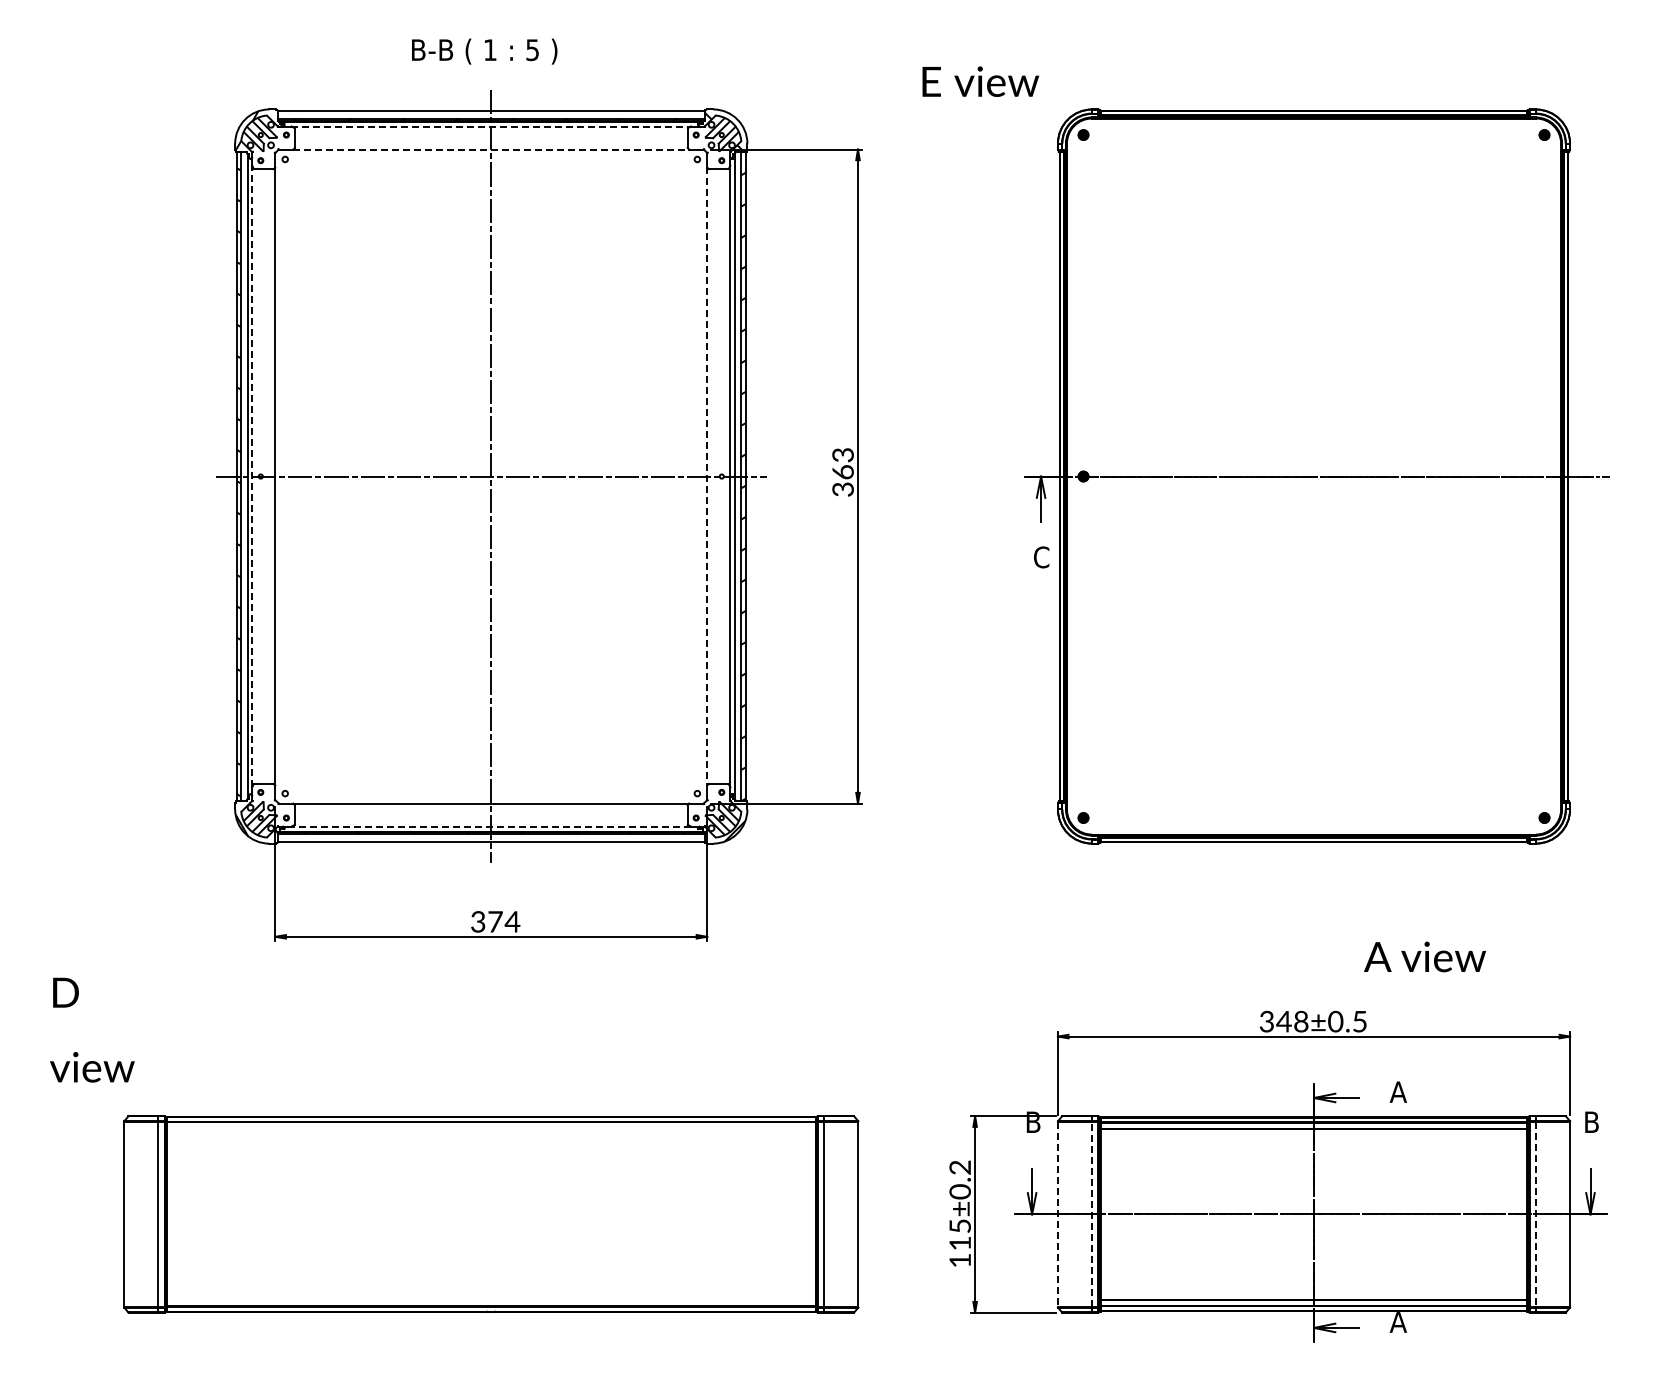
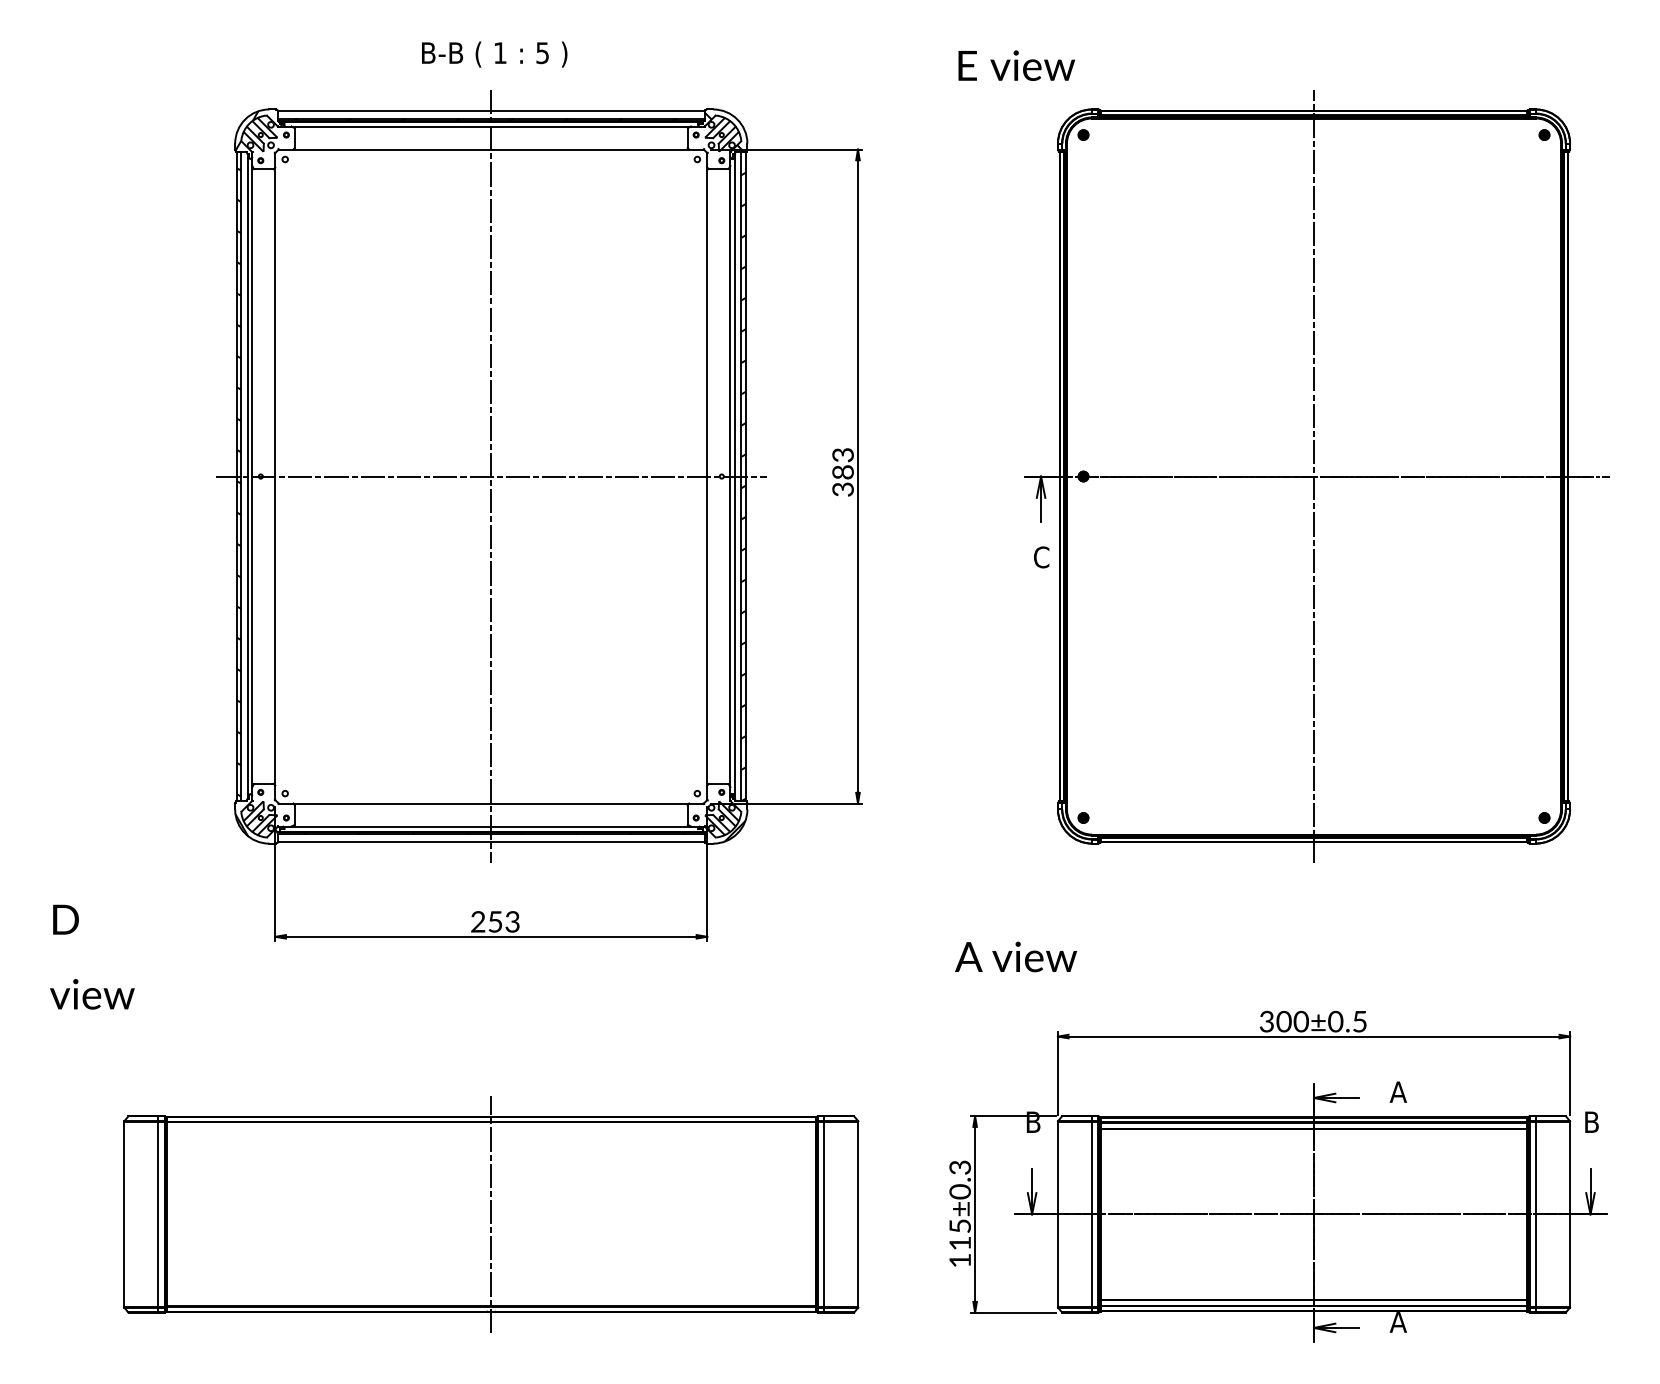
text at (484, 51) position: (484, 51) -> (494, 54)
text at (980, 81) position: (980, 81) -> (1016, 65)
line at (491, 126): dashed -> solid
line at (491, 149): dashed -> solid
text at (842, 472): 363 -> 383
line at (252, 476): dashed -> solid
line at (1314, 476): none -> present
line at (707, 477): dashed -> solid
line at (491, 826): dashed -> solid
text at (495, 921): 374 -> 253
text at (1424, 956) position: (1424, 956) -> (1015, 956)
text at (1292, 1021): 348±0.5 -> 300±0.5
text at (92, 1029) position: (92, 1029) -> (92, 956)
text at (962, 1167): 115±0.2 -> 115±0.3
line at (491, 1213): none -> present
line at (1057, 1214): dashed -> solid
line at (1092, 1214): dashed -> solid
line at (1535, 1214): dashed -> solid
